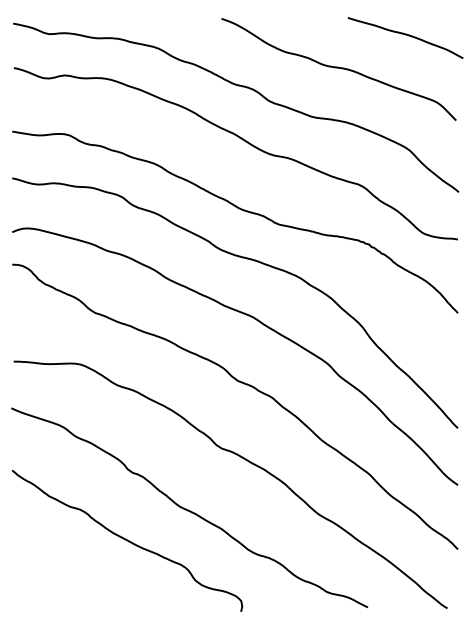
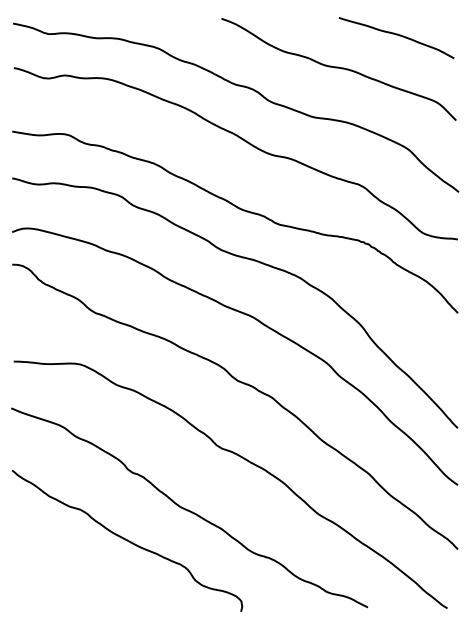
curve at (405, 35) position: (405, 35) -> (396, 35)
